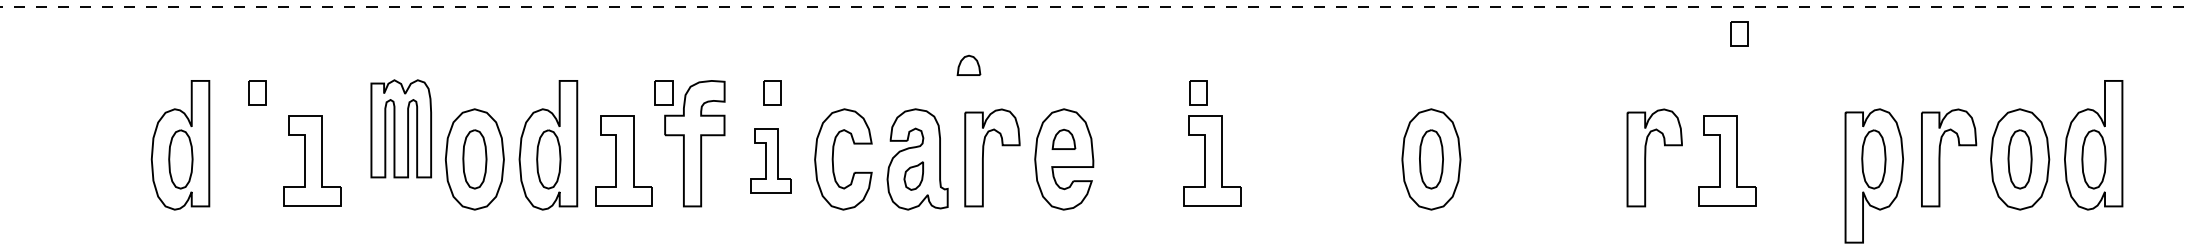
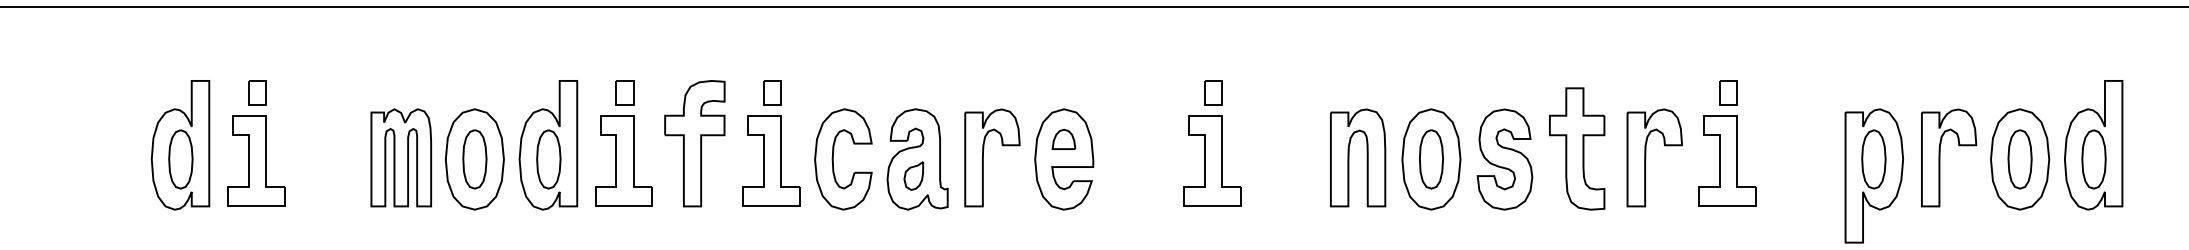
line at (1093, 7): dashed -> solid
part at (1739, 33) position: (1739, 33) -> (1728, 92)
part at (968, 64): present -> none
part at (663, 92) position: (663, 92) -> (624, 92)
part at (1198, 92) position: (1198, 92) -> (1213, 92)
part at (400, 128) position: (400, 128) -> (400, 157)
part at (1577, 148): none -> present
part at (1366, 157): none -> present
part at (1504, 159): none -> present
part at (312, 160) position: (312, 160) -> (256, 160)
part at (770, 160) size: 42x66 px -> 59x92 px
